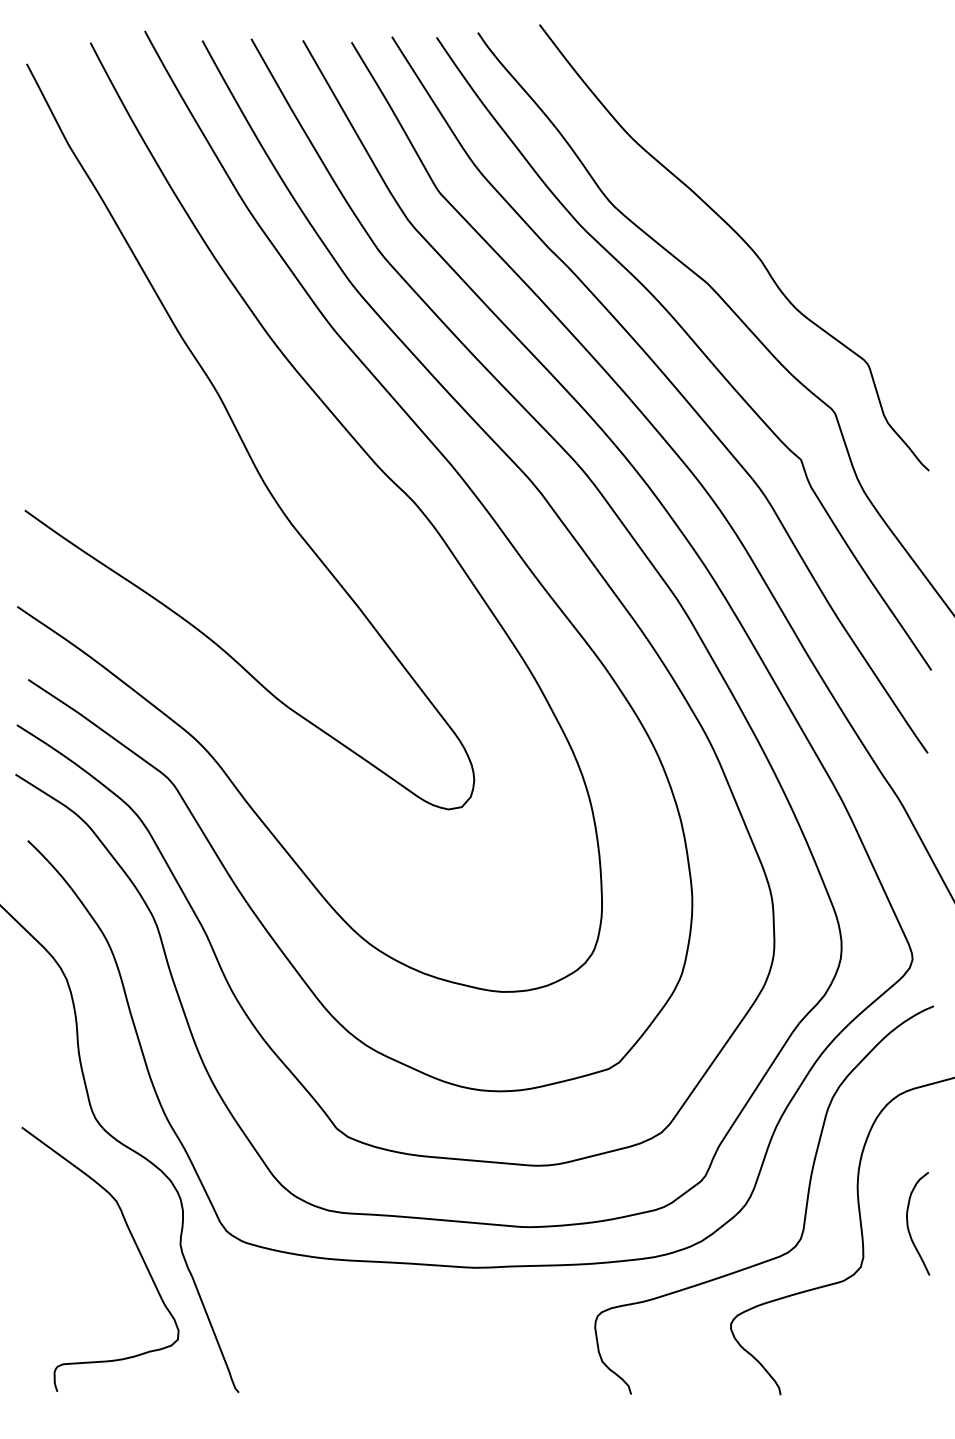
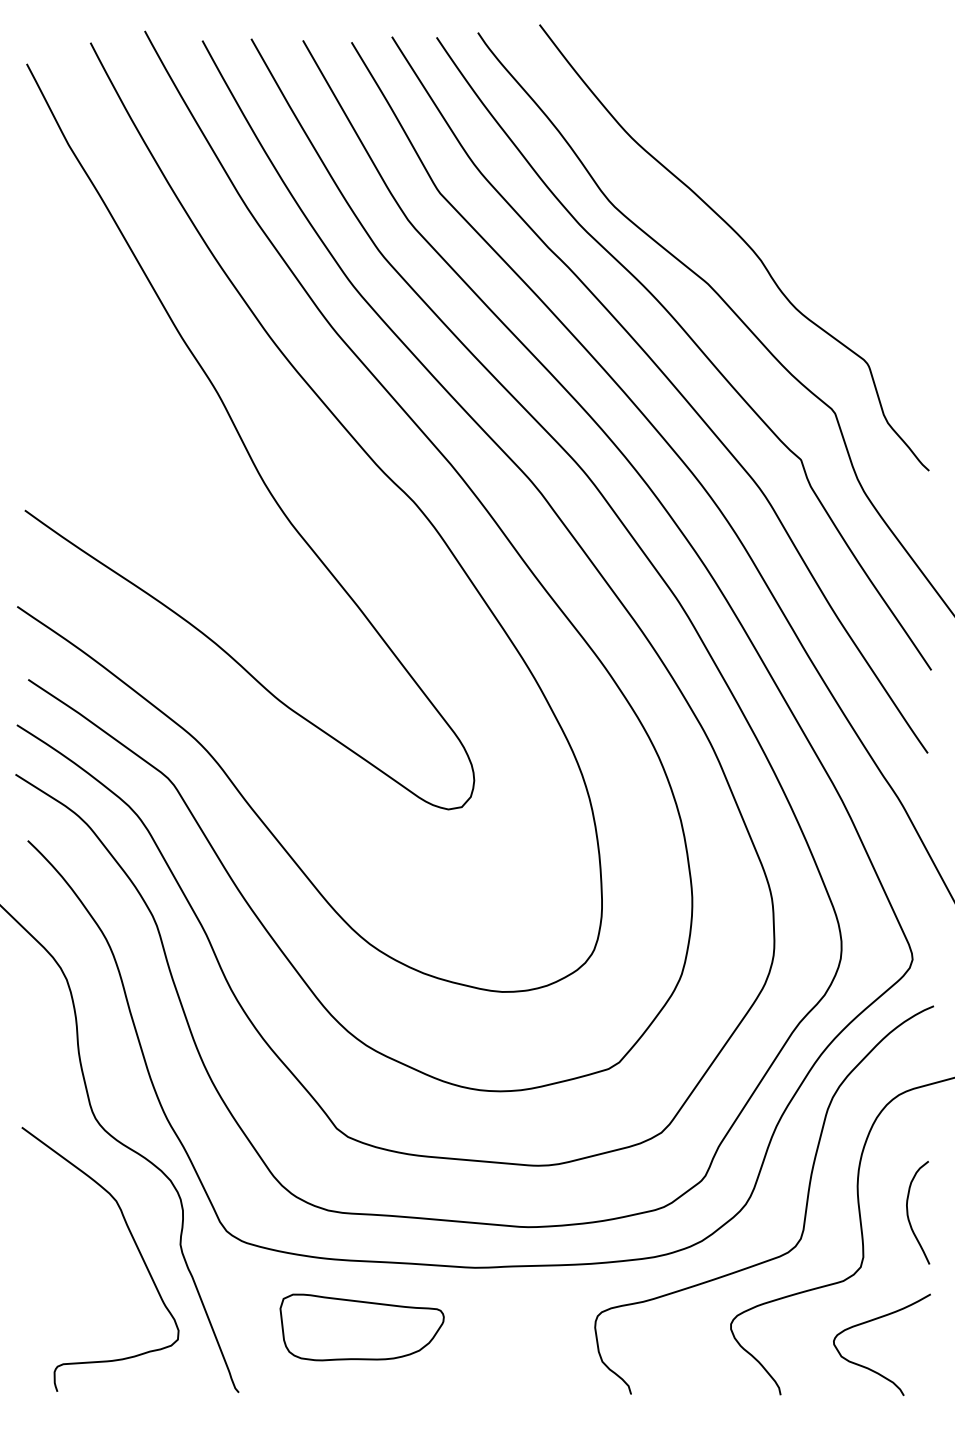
curve at (908, 1223) position: (908, 1223) -> (908, 1212)
curve at (874, 1320): none -> present
part at (361, 1327): none -> present
